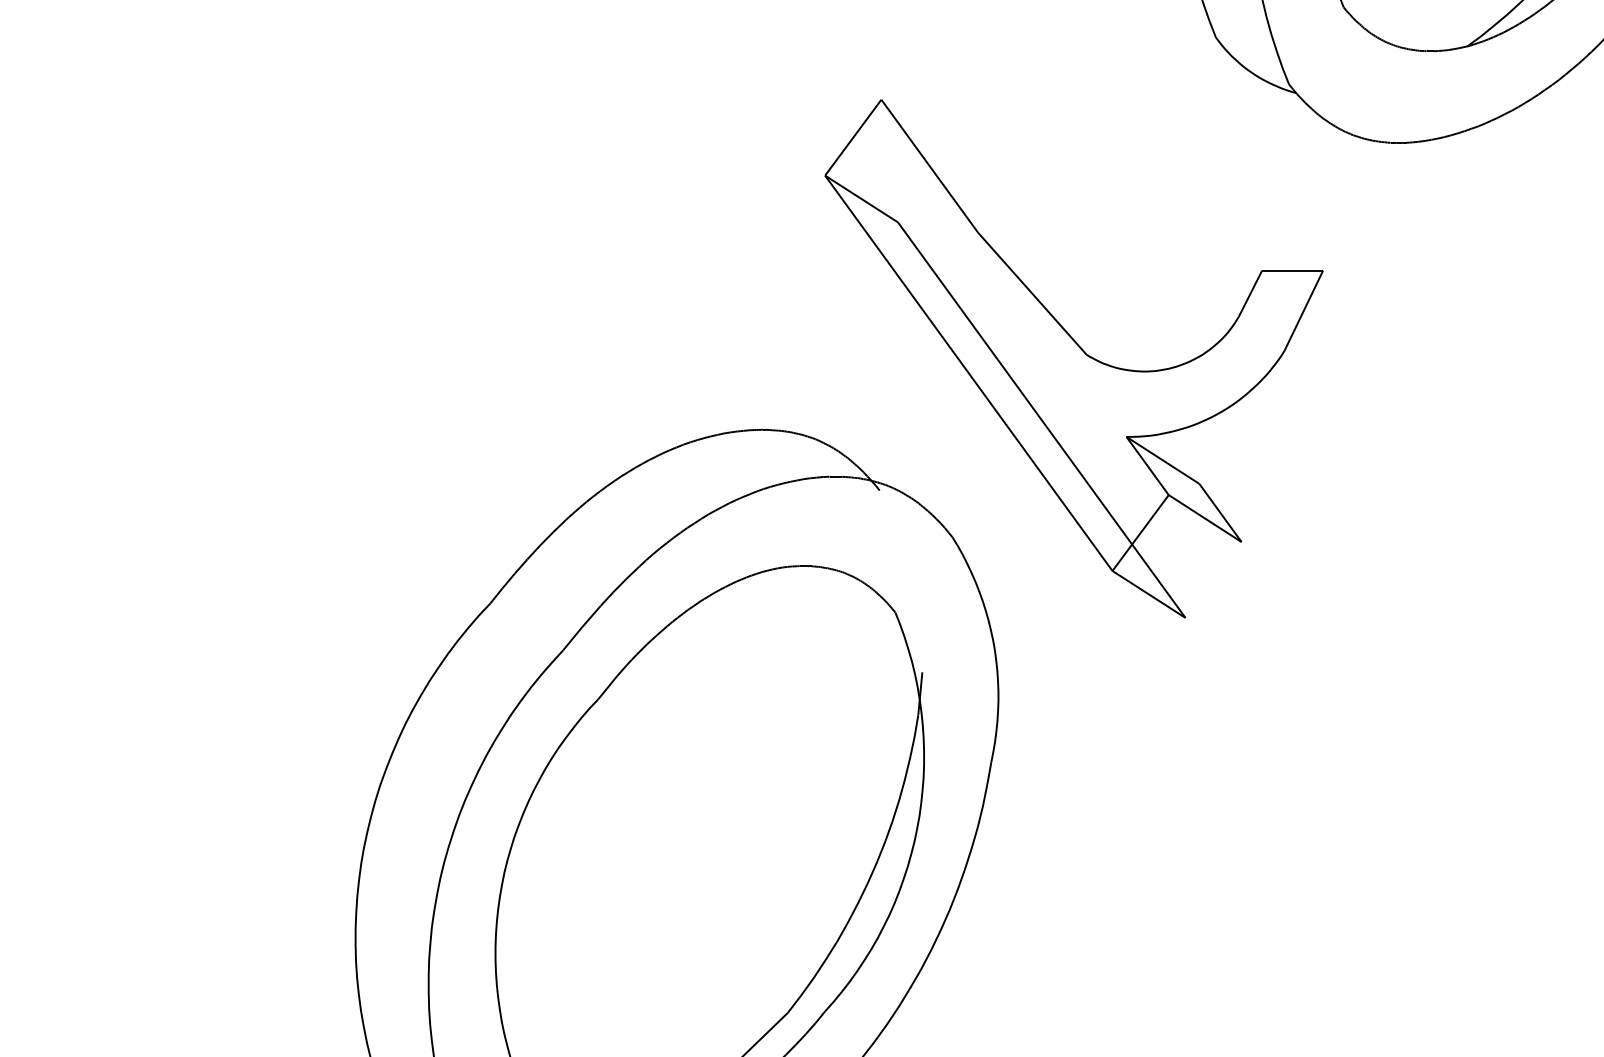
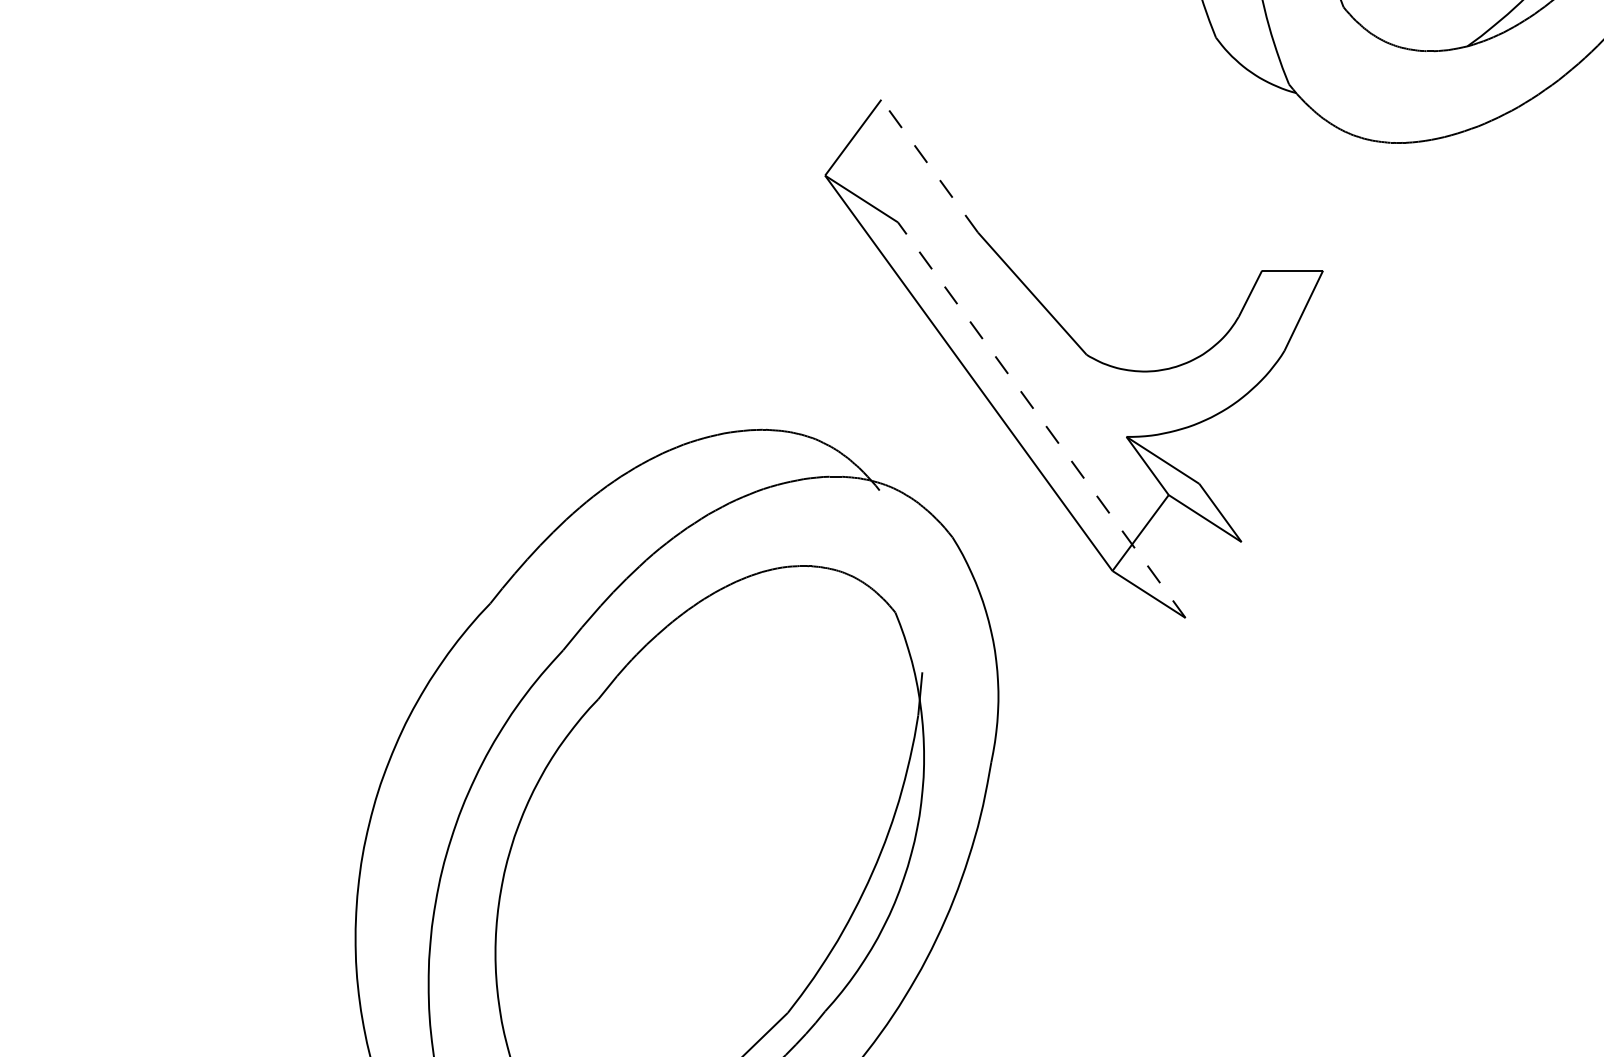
line at (929, 165): solid -> dashed
line at (1041, 420): solid -> dashed
